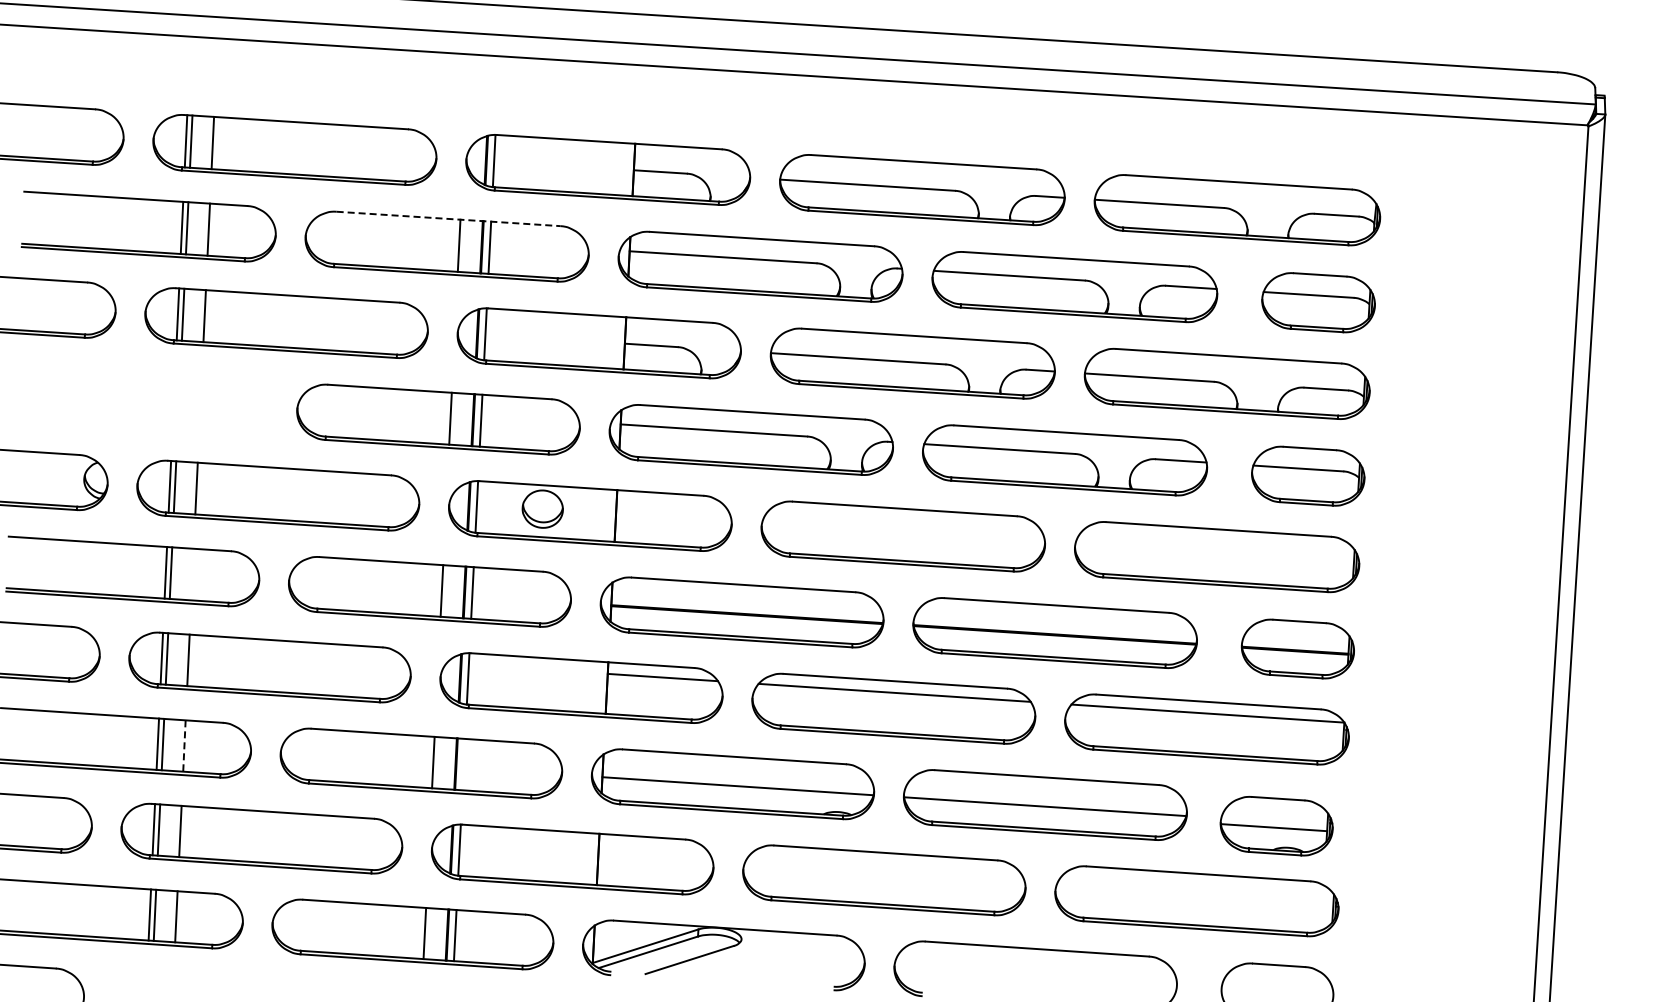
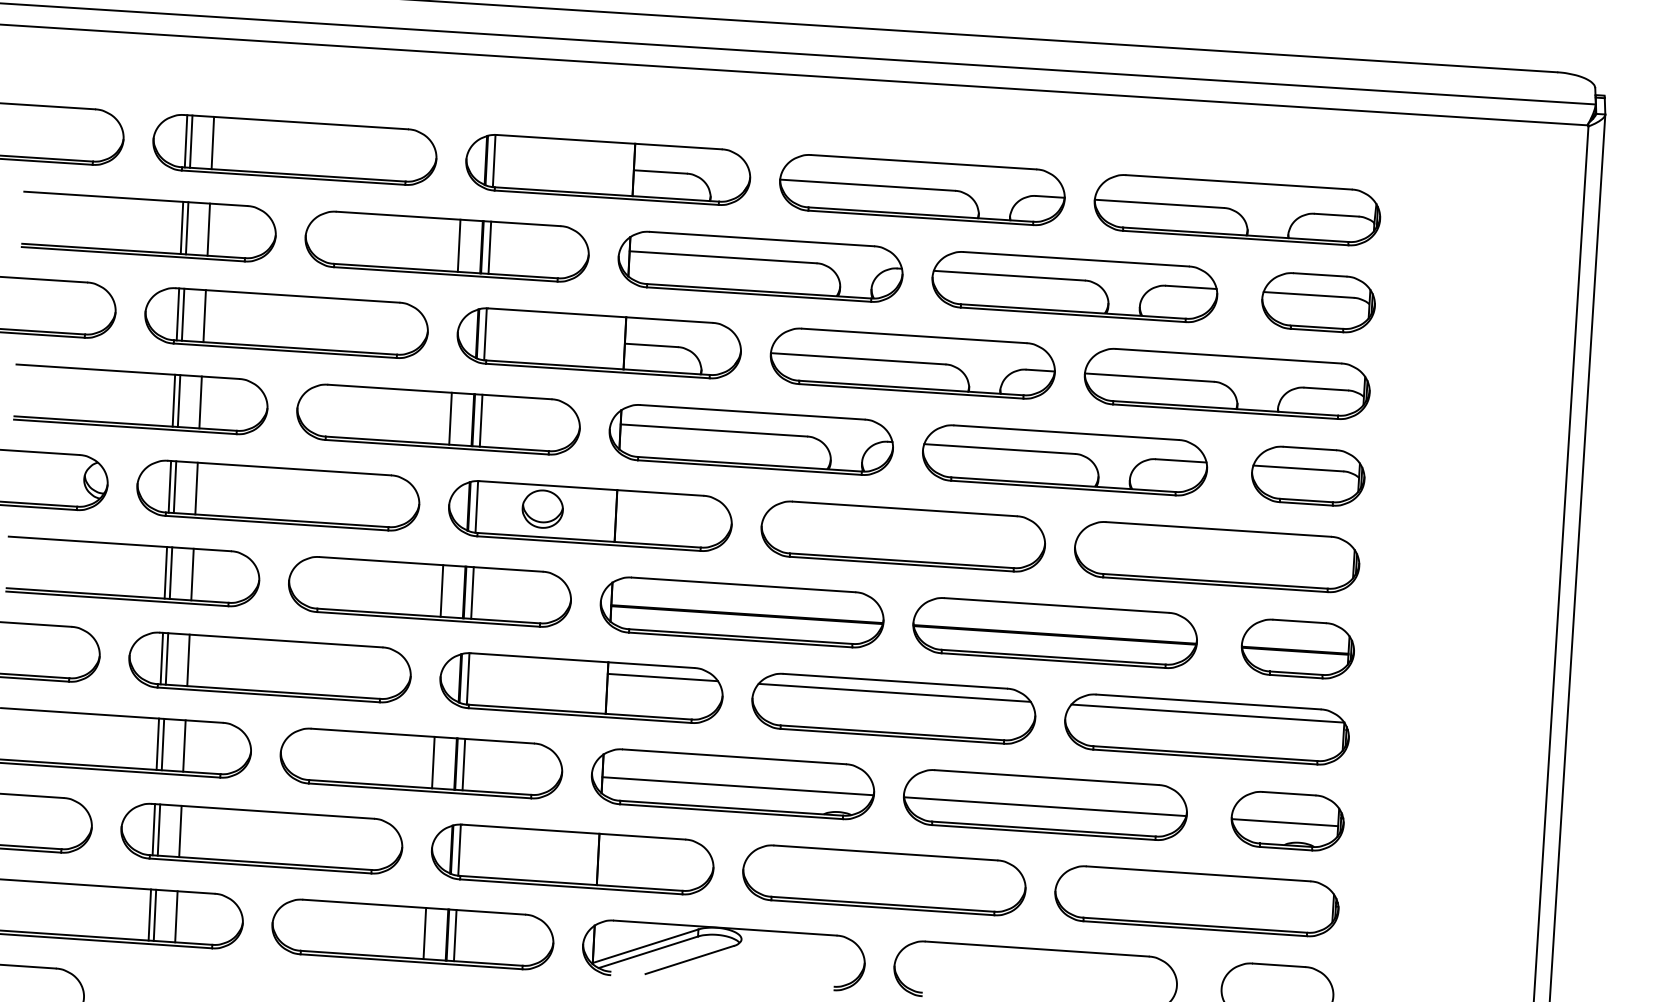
line at (448, 218): dashed -> solid
part at (140, 423): none -> present
line at (192, 574): none -> present
line at (184, 746): dashed -> solid
line at (463, 764): none -> present
part at (1276, 826) position: (1276, 826) -> (1287, 821)
